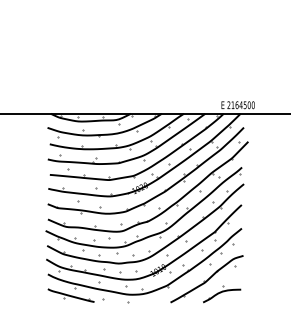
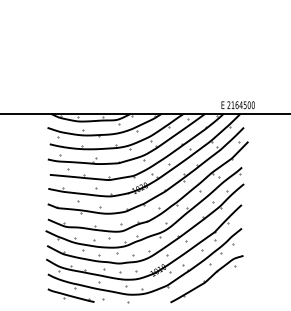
part at (222, 294): present -> none
